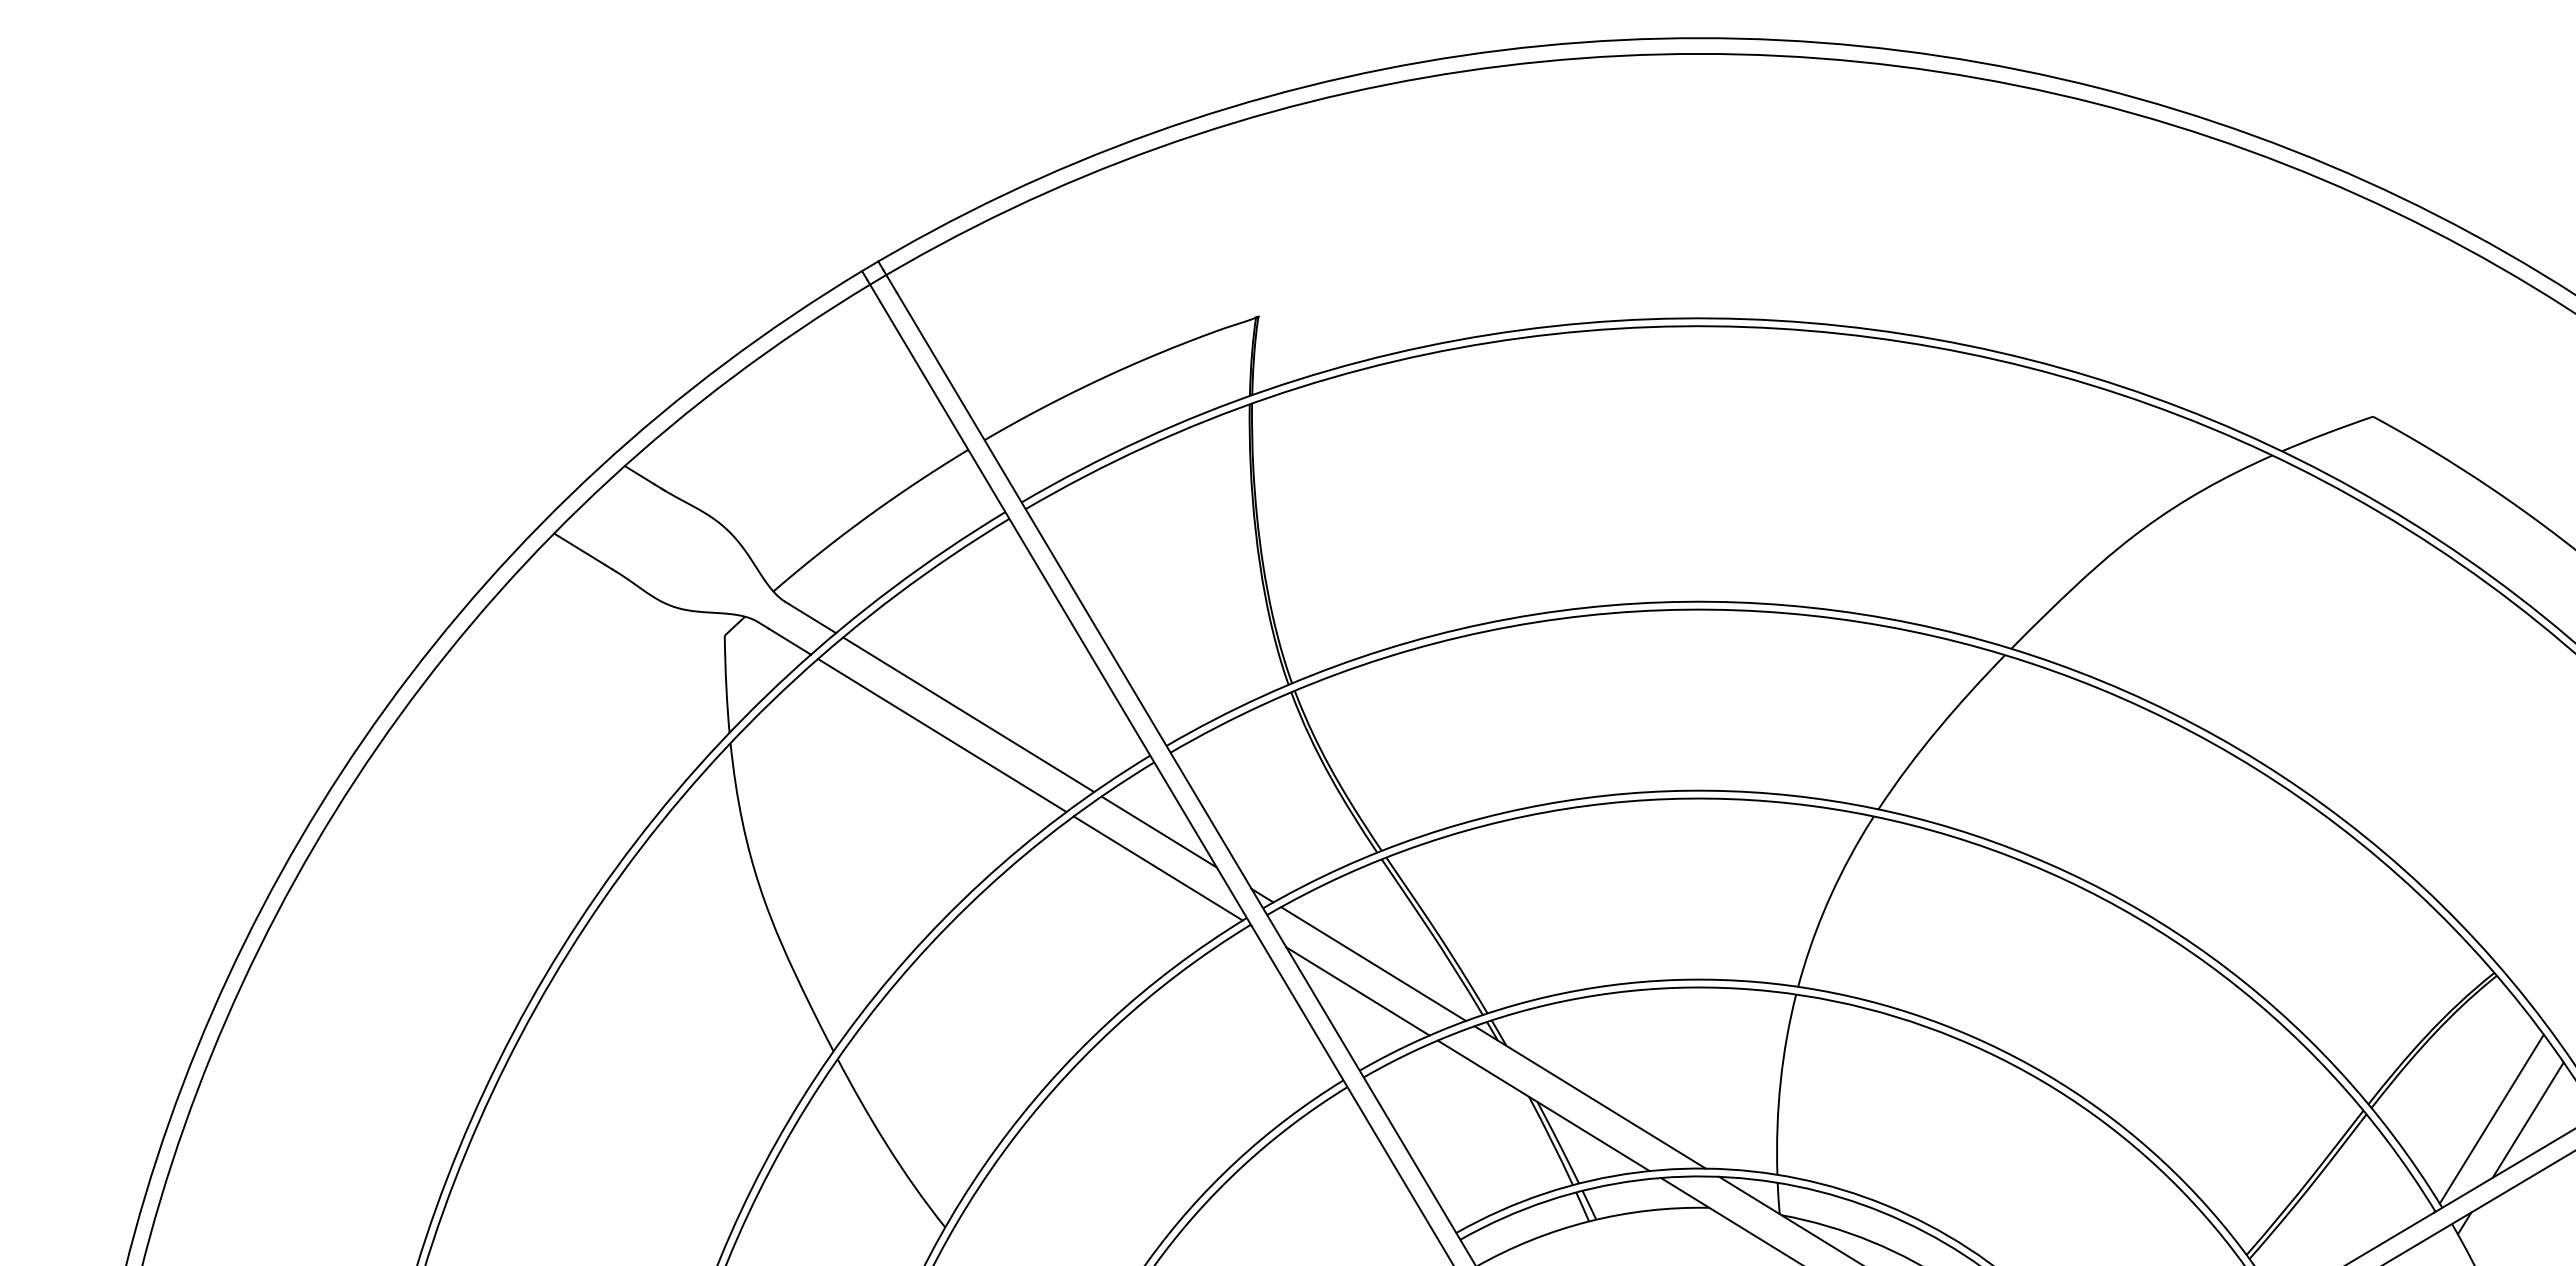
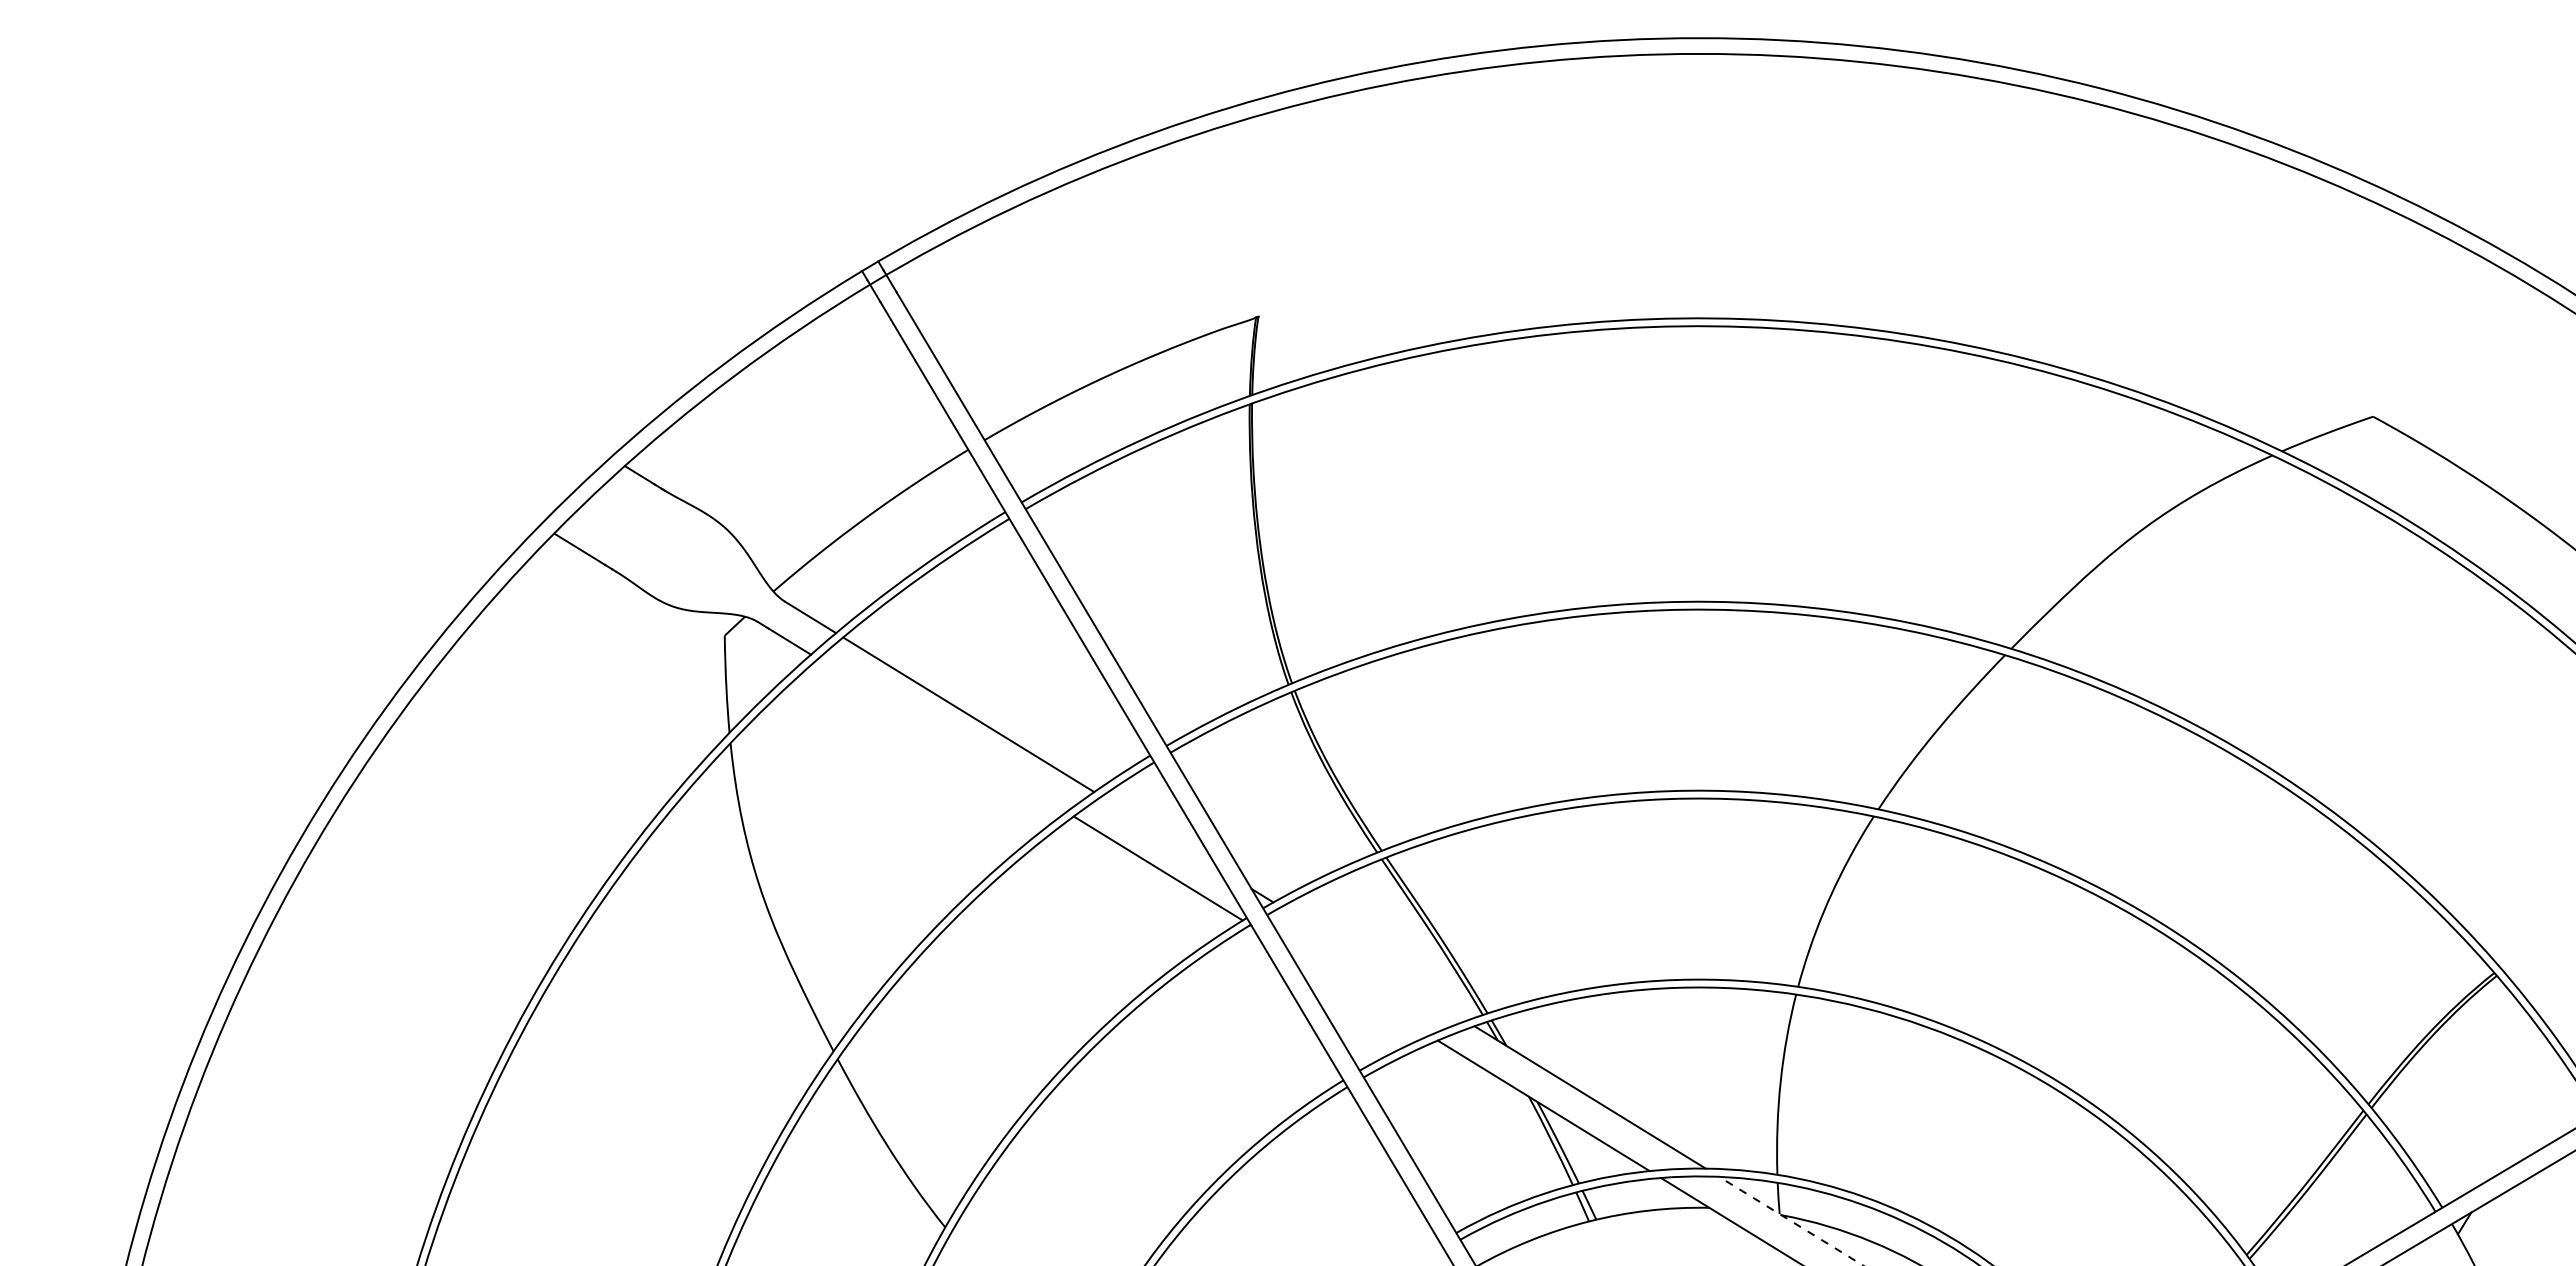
line at (942, 735): present -> none
line at (1158, 831): present -> none
line at (1373, 964): present -> none
line at (1357, 991): present -> none
line at (2491, 1118): present -> none
line at (2527, 1119): present -> none
line at (1791, 1221): solid -> dashed
